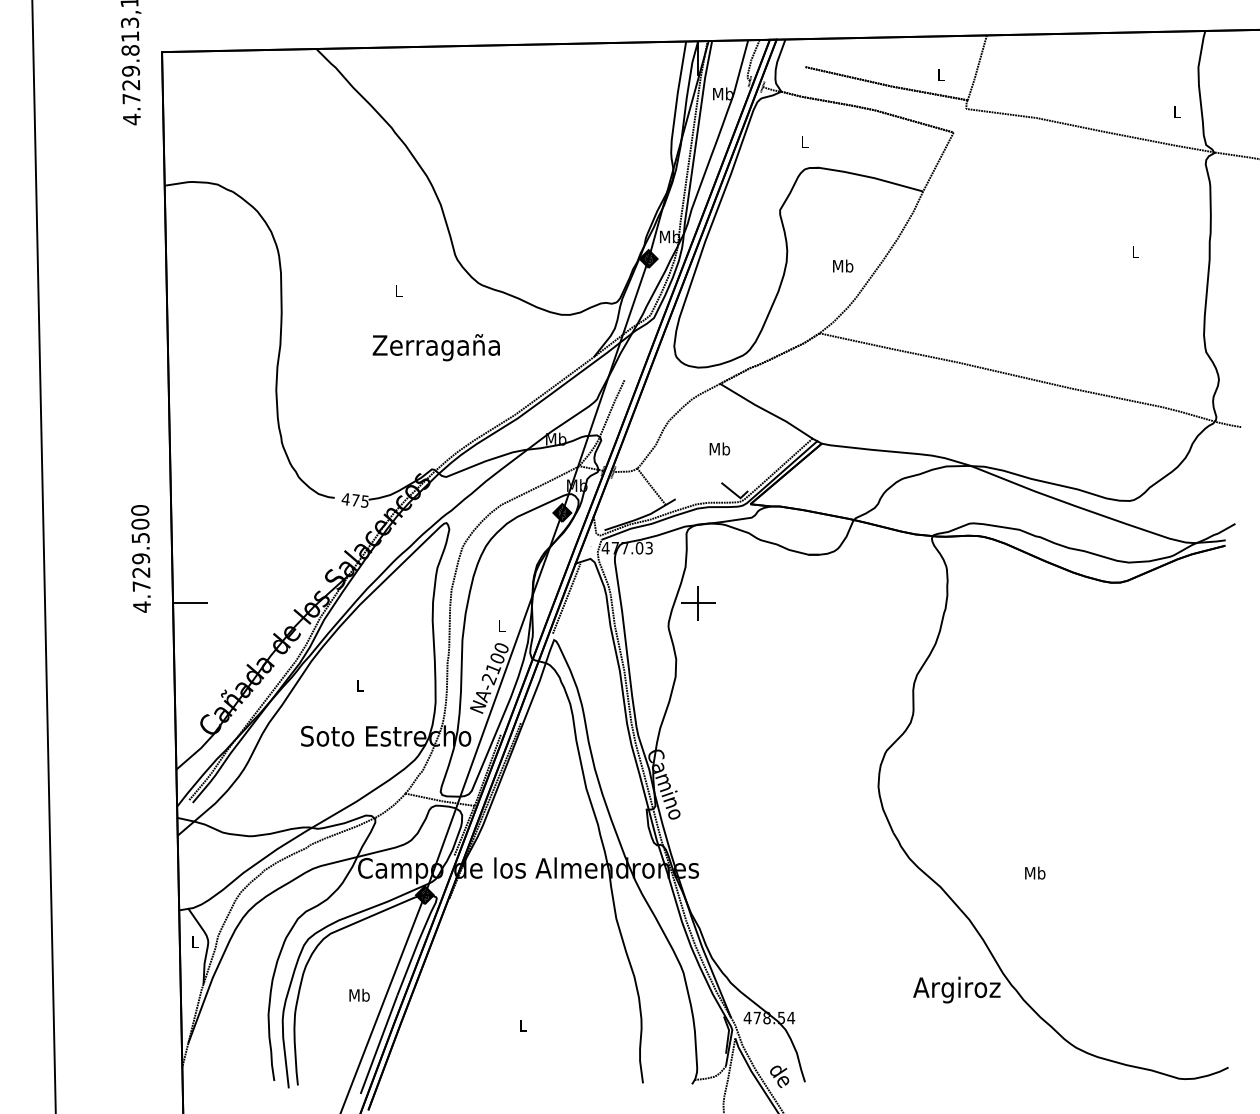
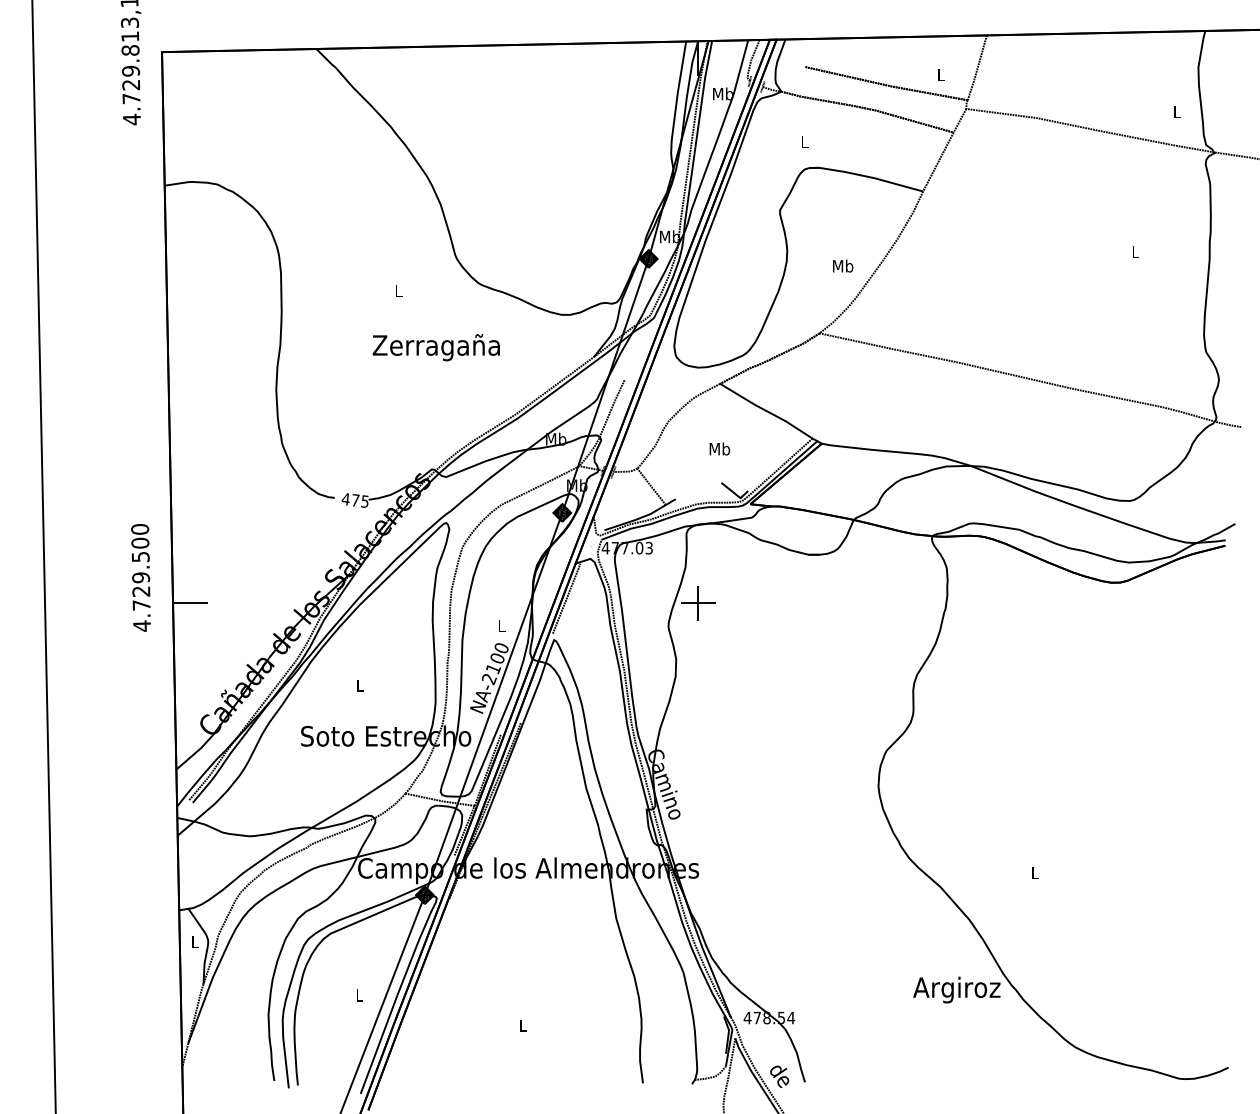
line at (959, 120): none -> present
text at (140, 558) position: (140, 558) -> (140, 577)
text at (1035, 872): Mb -> L
text at (359, 994): Mb -> L
